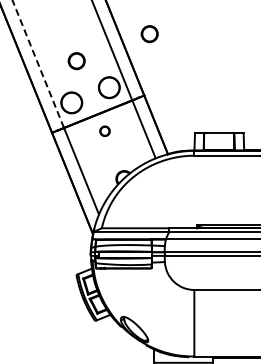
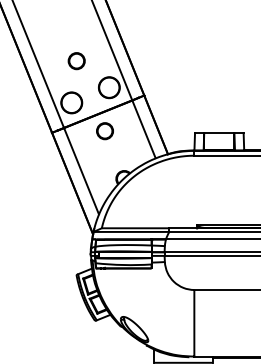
circle at (149, 34): present -> none
line at (38, 63): dashed -> solid
circle at (104, 130) size: 12x12 px -> 18x19 px
